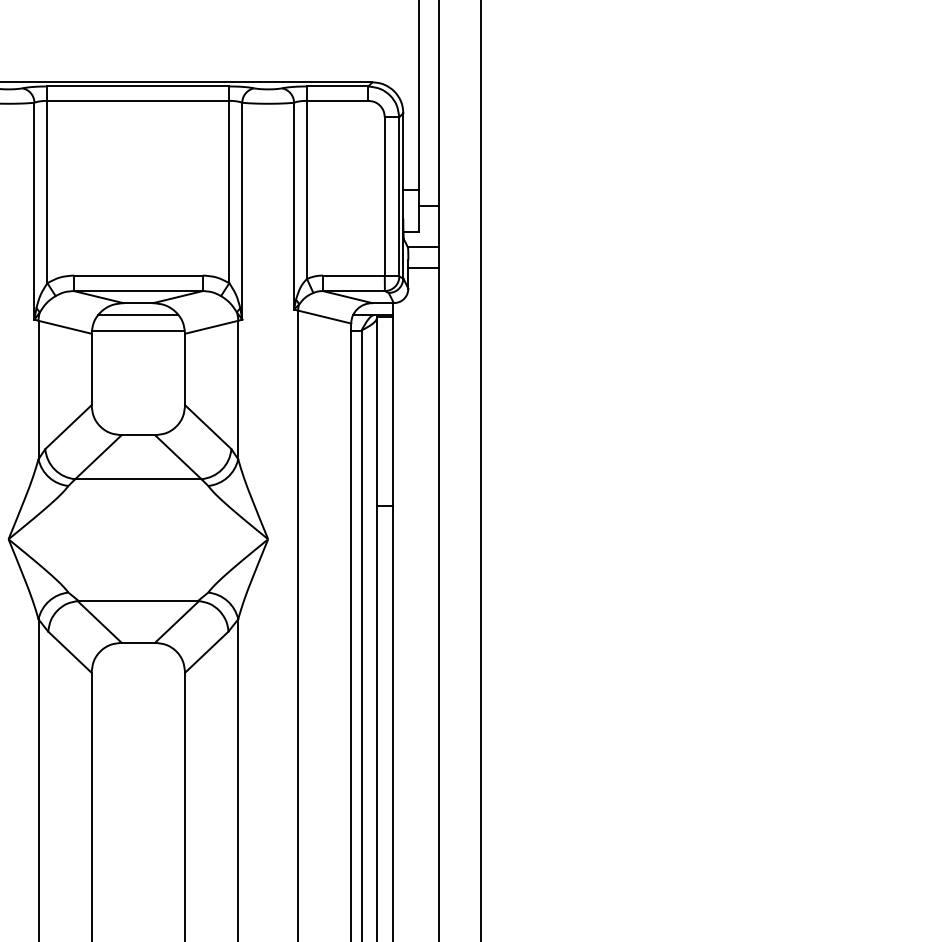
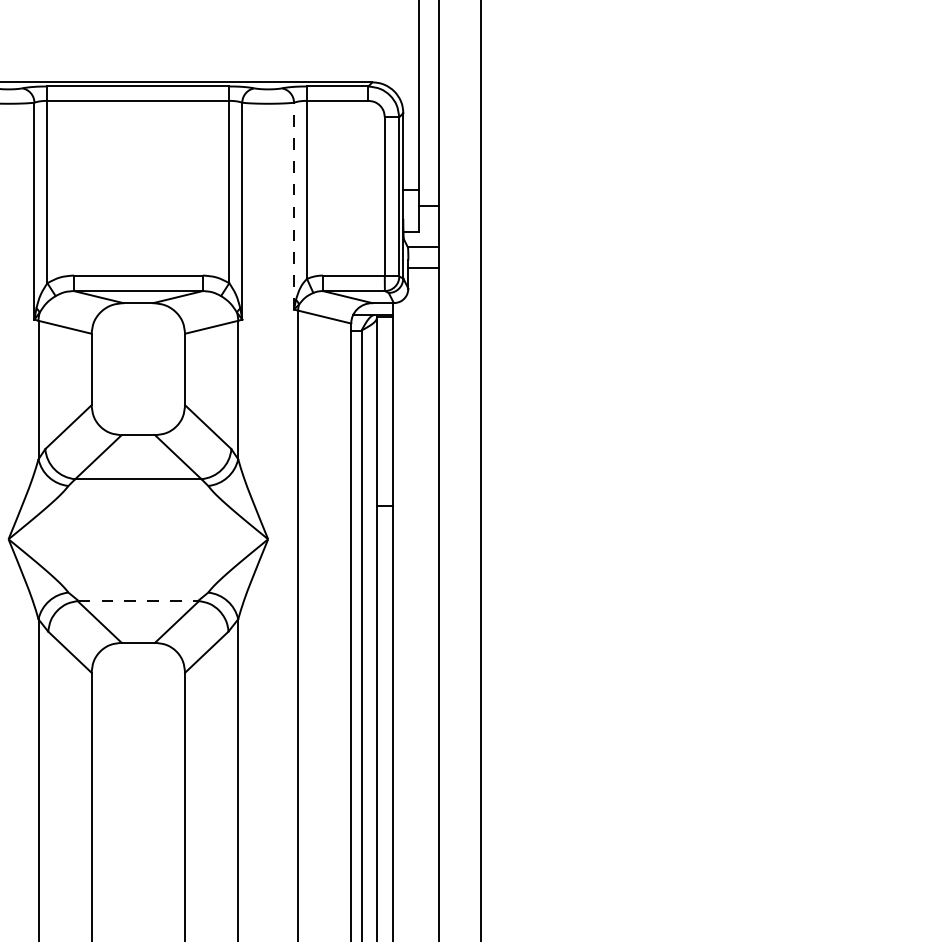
line at (294, 205): solid -> dashed
line at (138, 314): present -> none
line at (138, 330): present -> none
line at (138, 601): solid -> dashed
